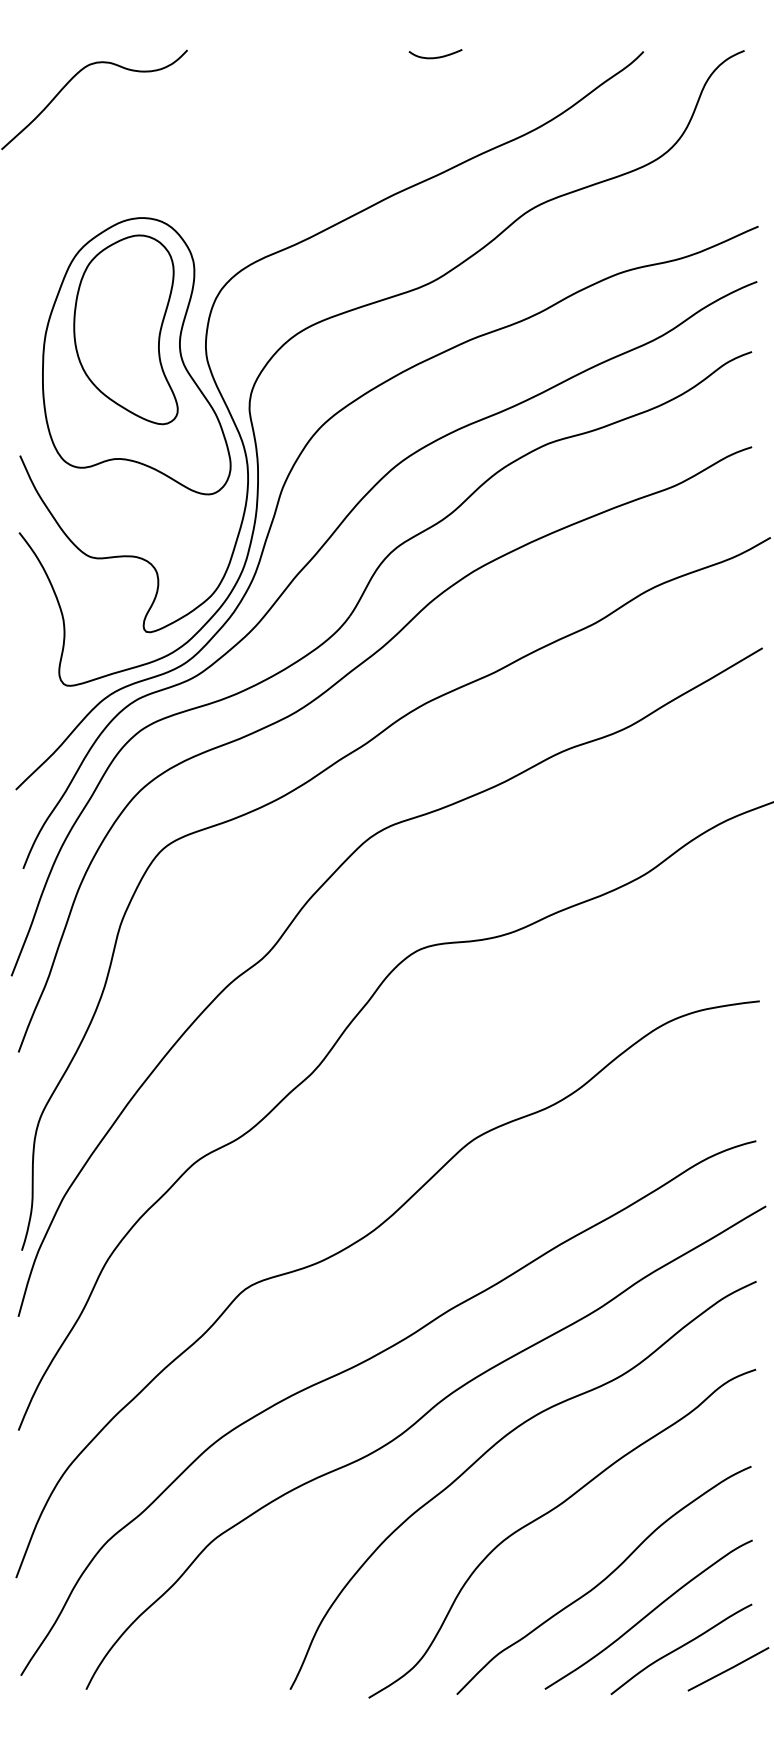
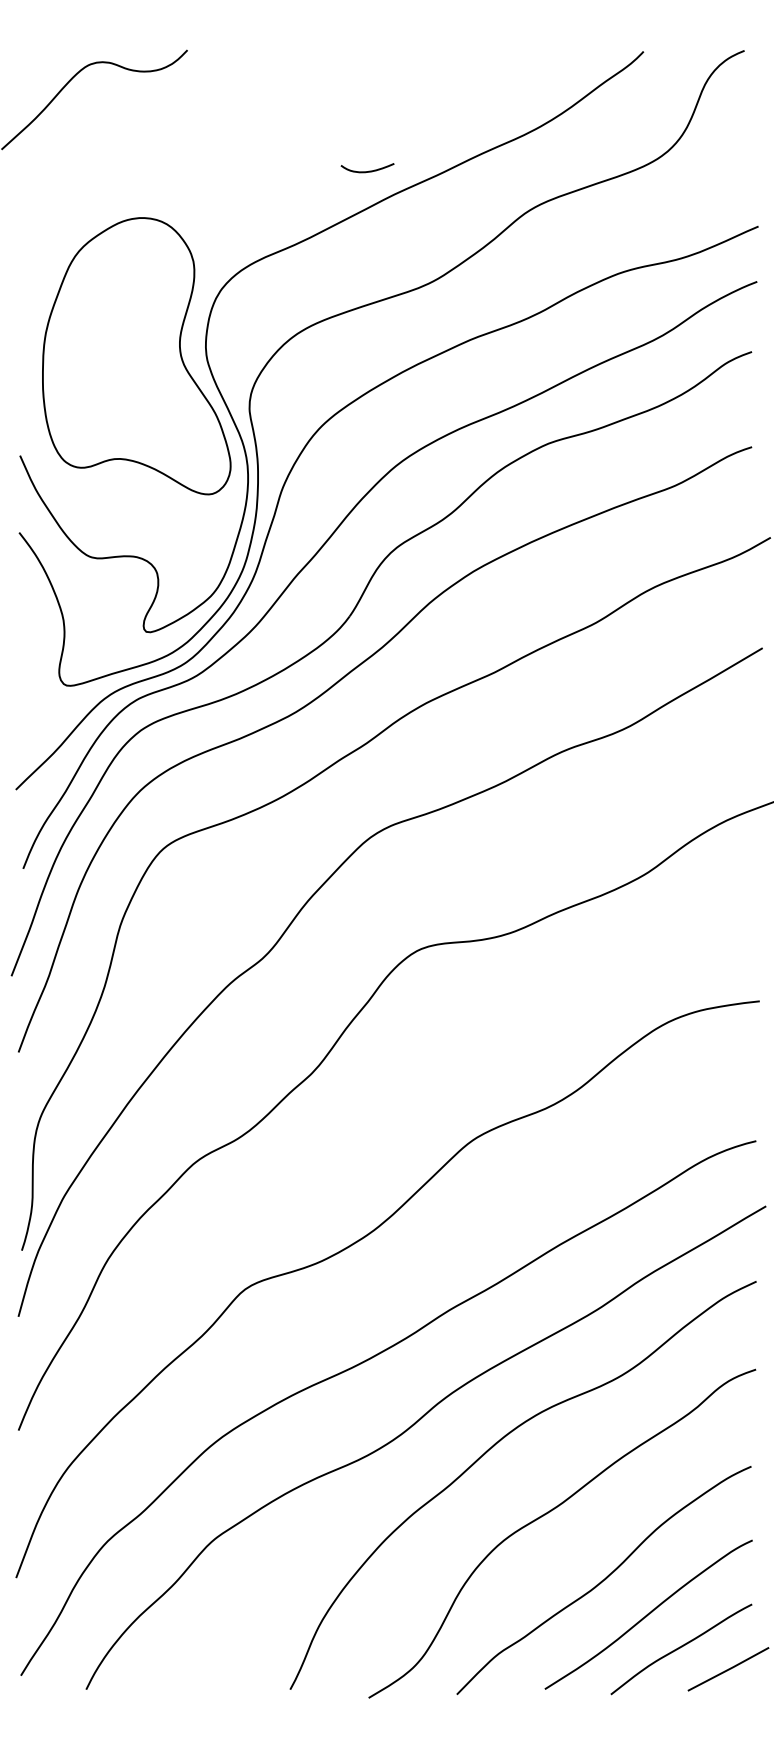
curve at (436, 56) position: (436, 56) -> (368, 170)
part at (125, 329): present -> none
